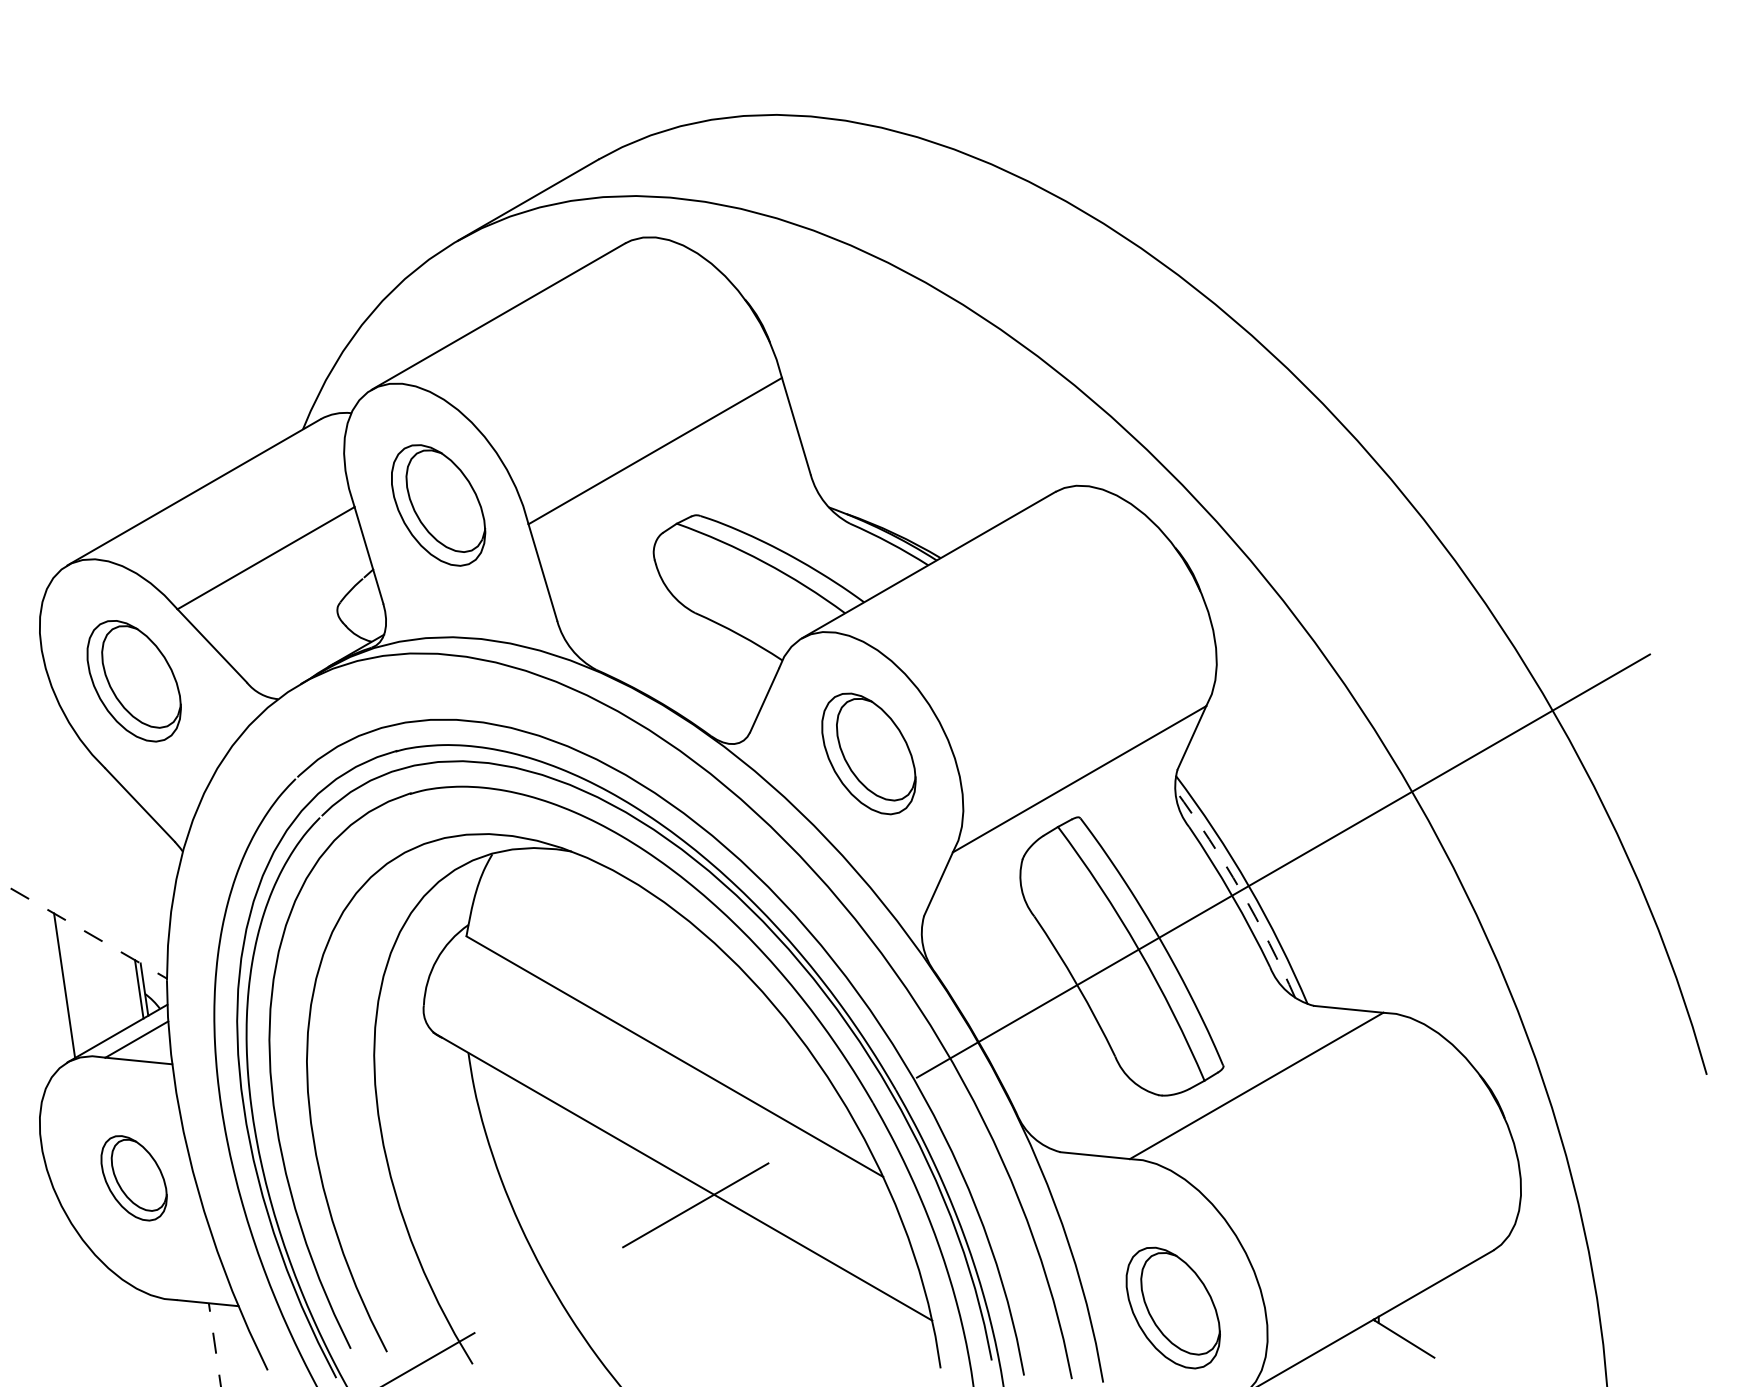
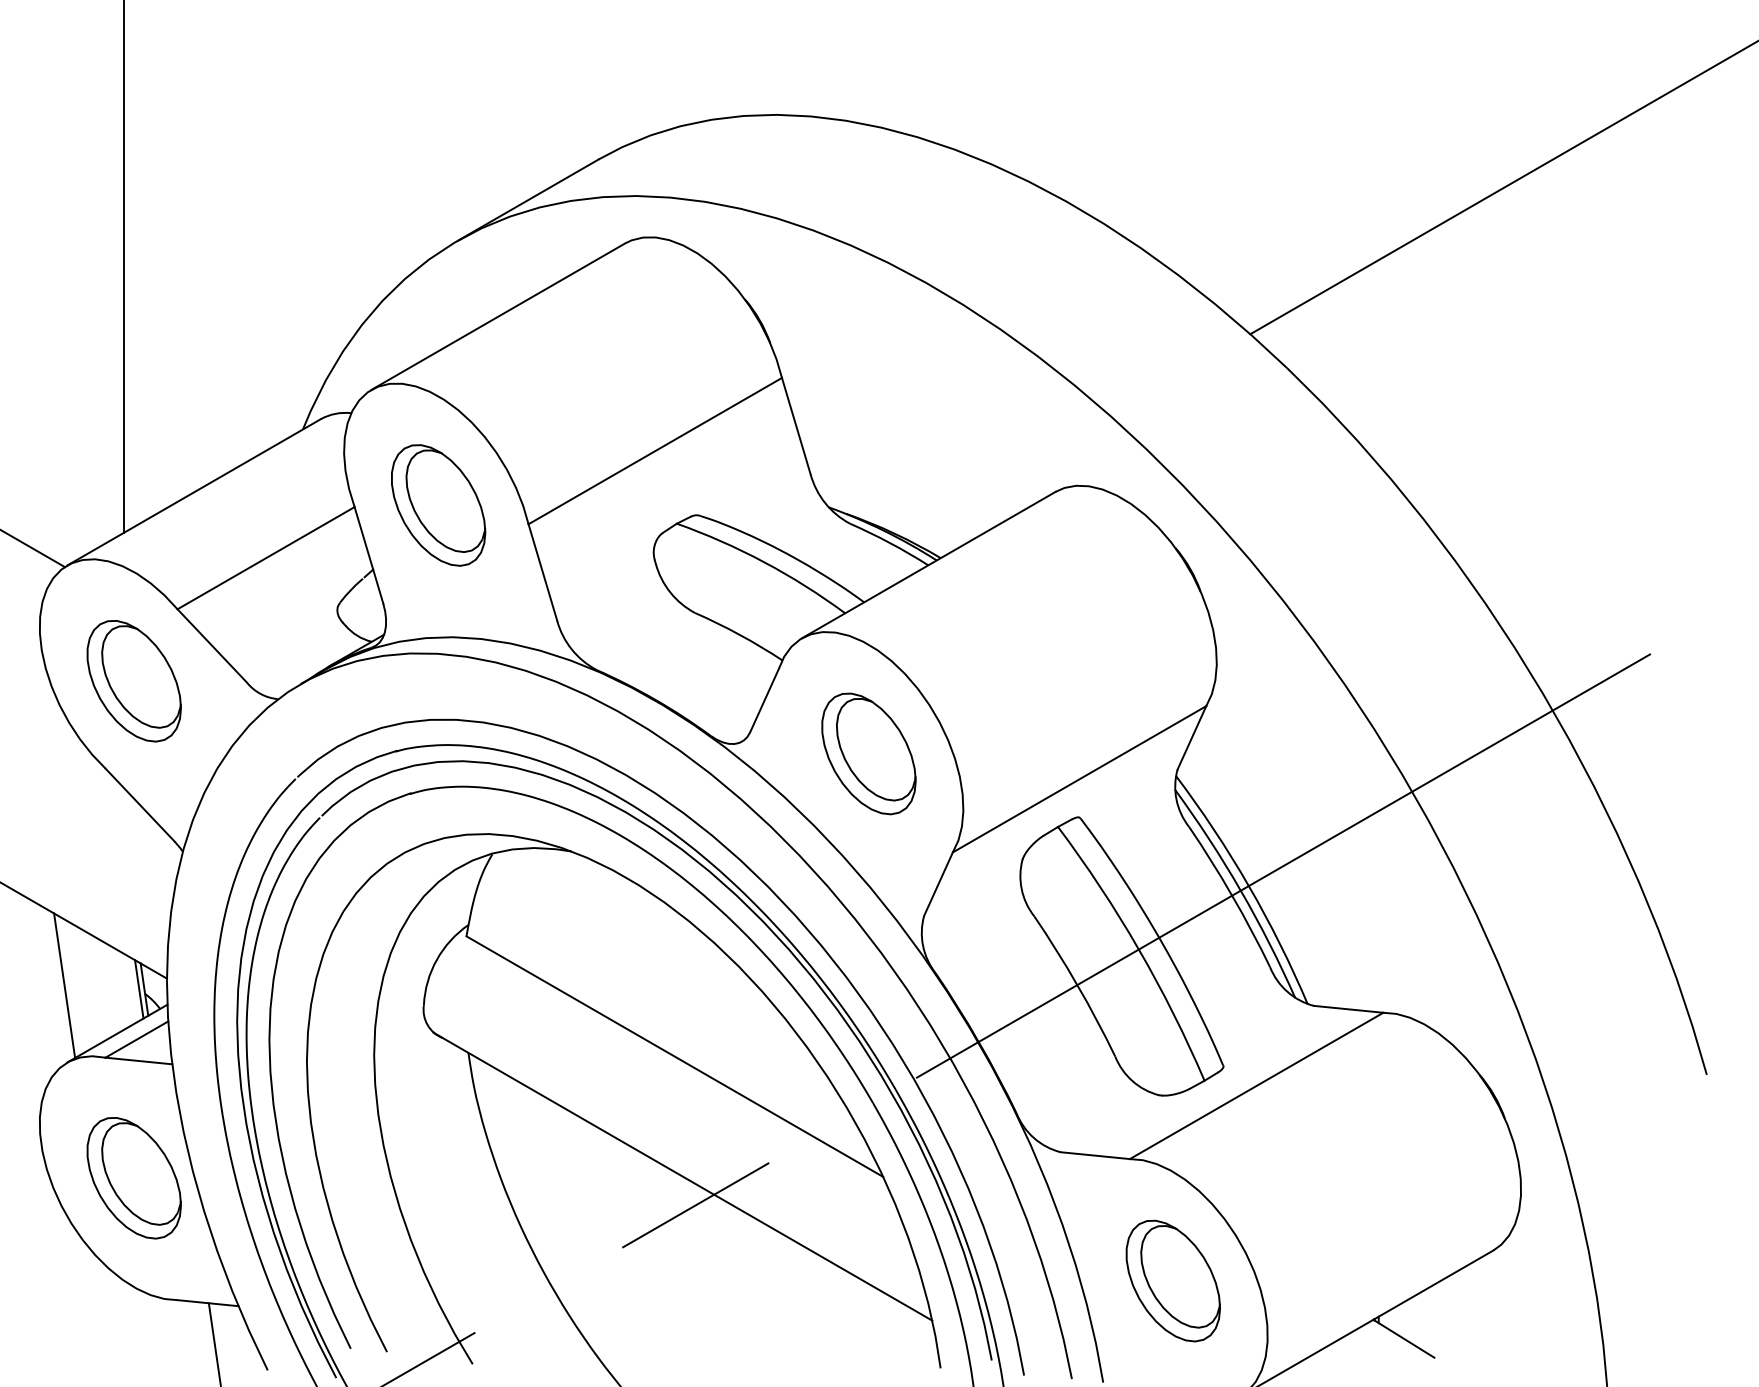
line at (1502, 188): none -> present
line at (123, 267): none -> present
line at (33, 548): none -> present
arc at (1240, 890): dashed -> solid
line at (83, 930): dashed -> solid
part at (133, 1178) size: 68x87 px -> 96x123 px
part at (1172, 1307) position: (1172, 1307) -> (1172, 1280)
line at (214, 1344): dashed -> solid
